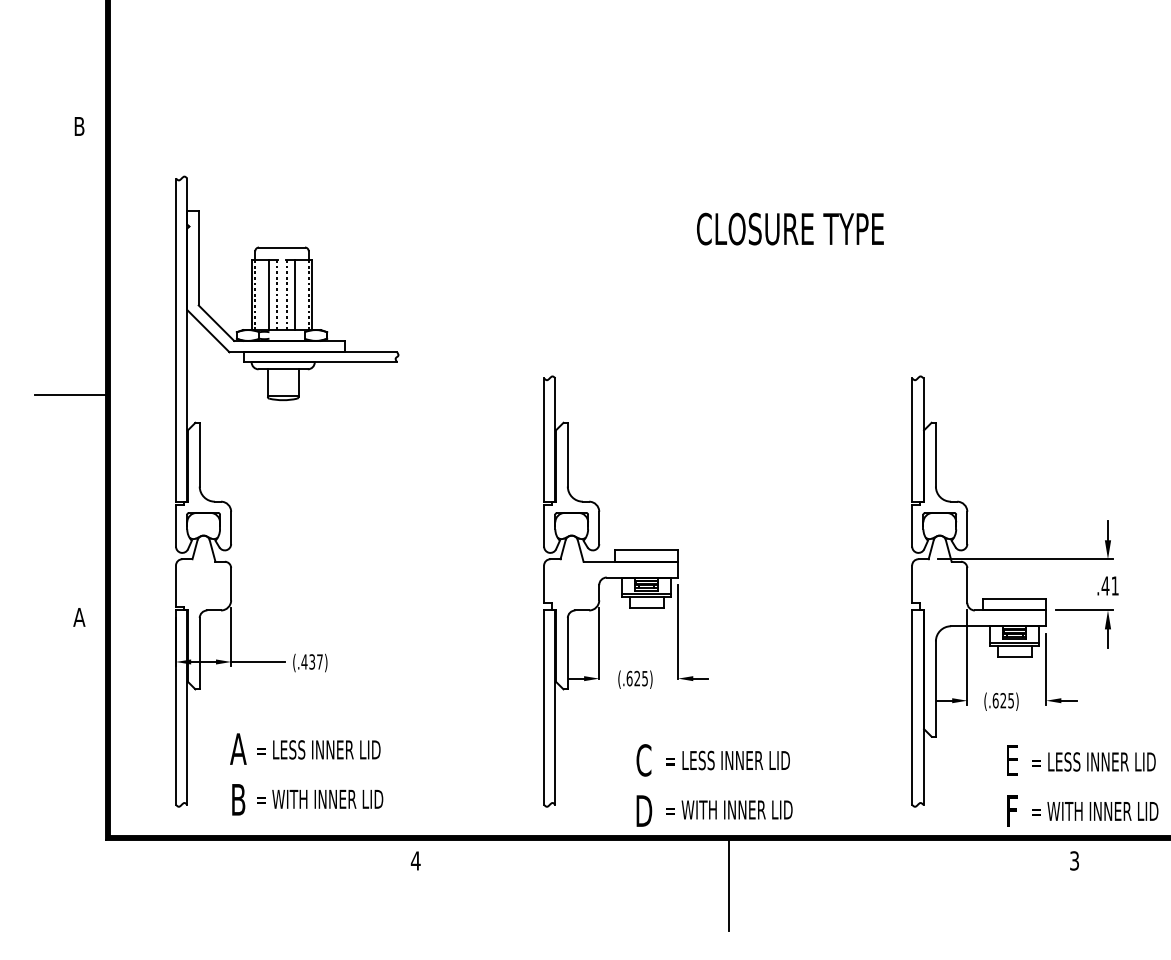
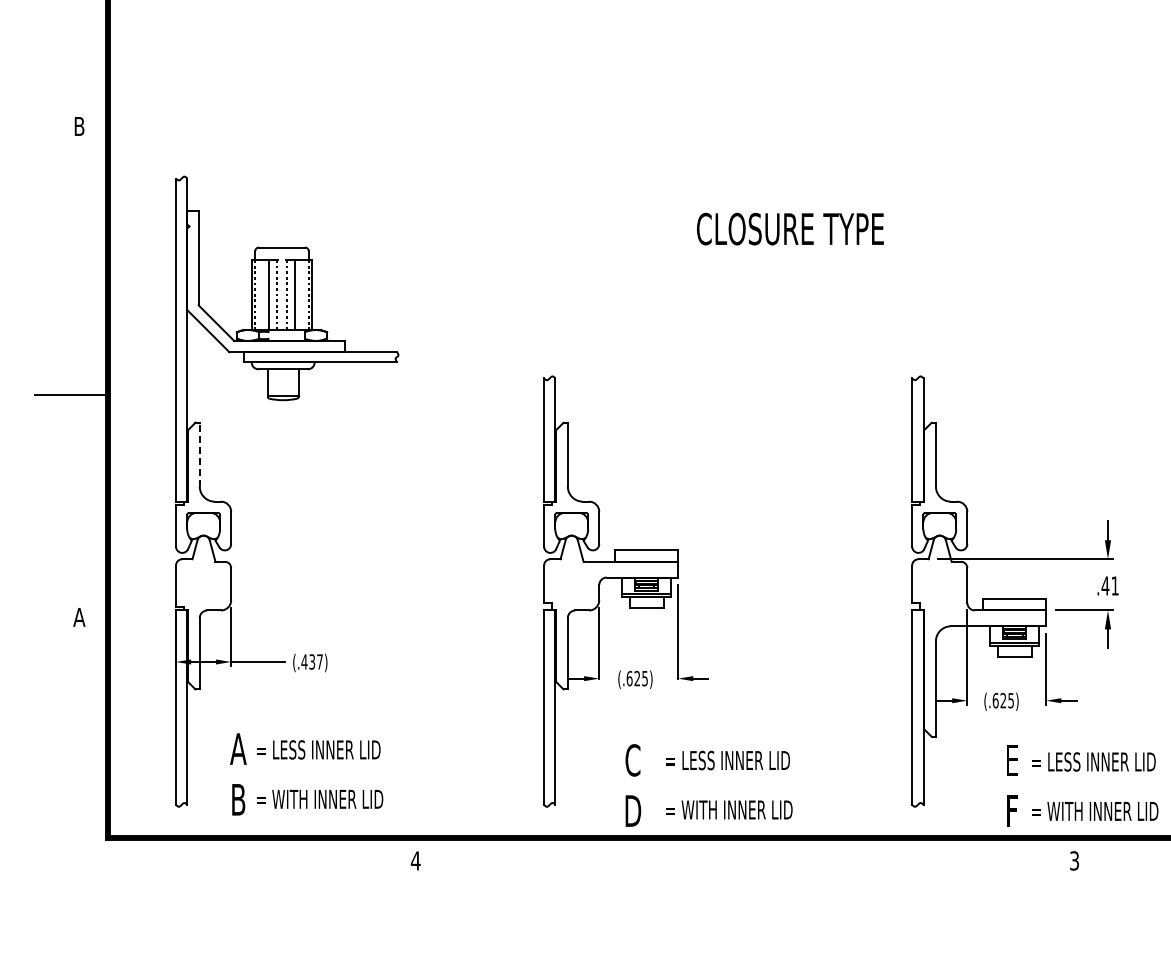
line at (199, 454): solid -> dashed
text at (644, 785) position: (644, 785) -> (633, 785)
line at (729, 885): present -> none
